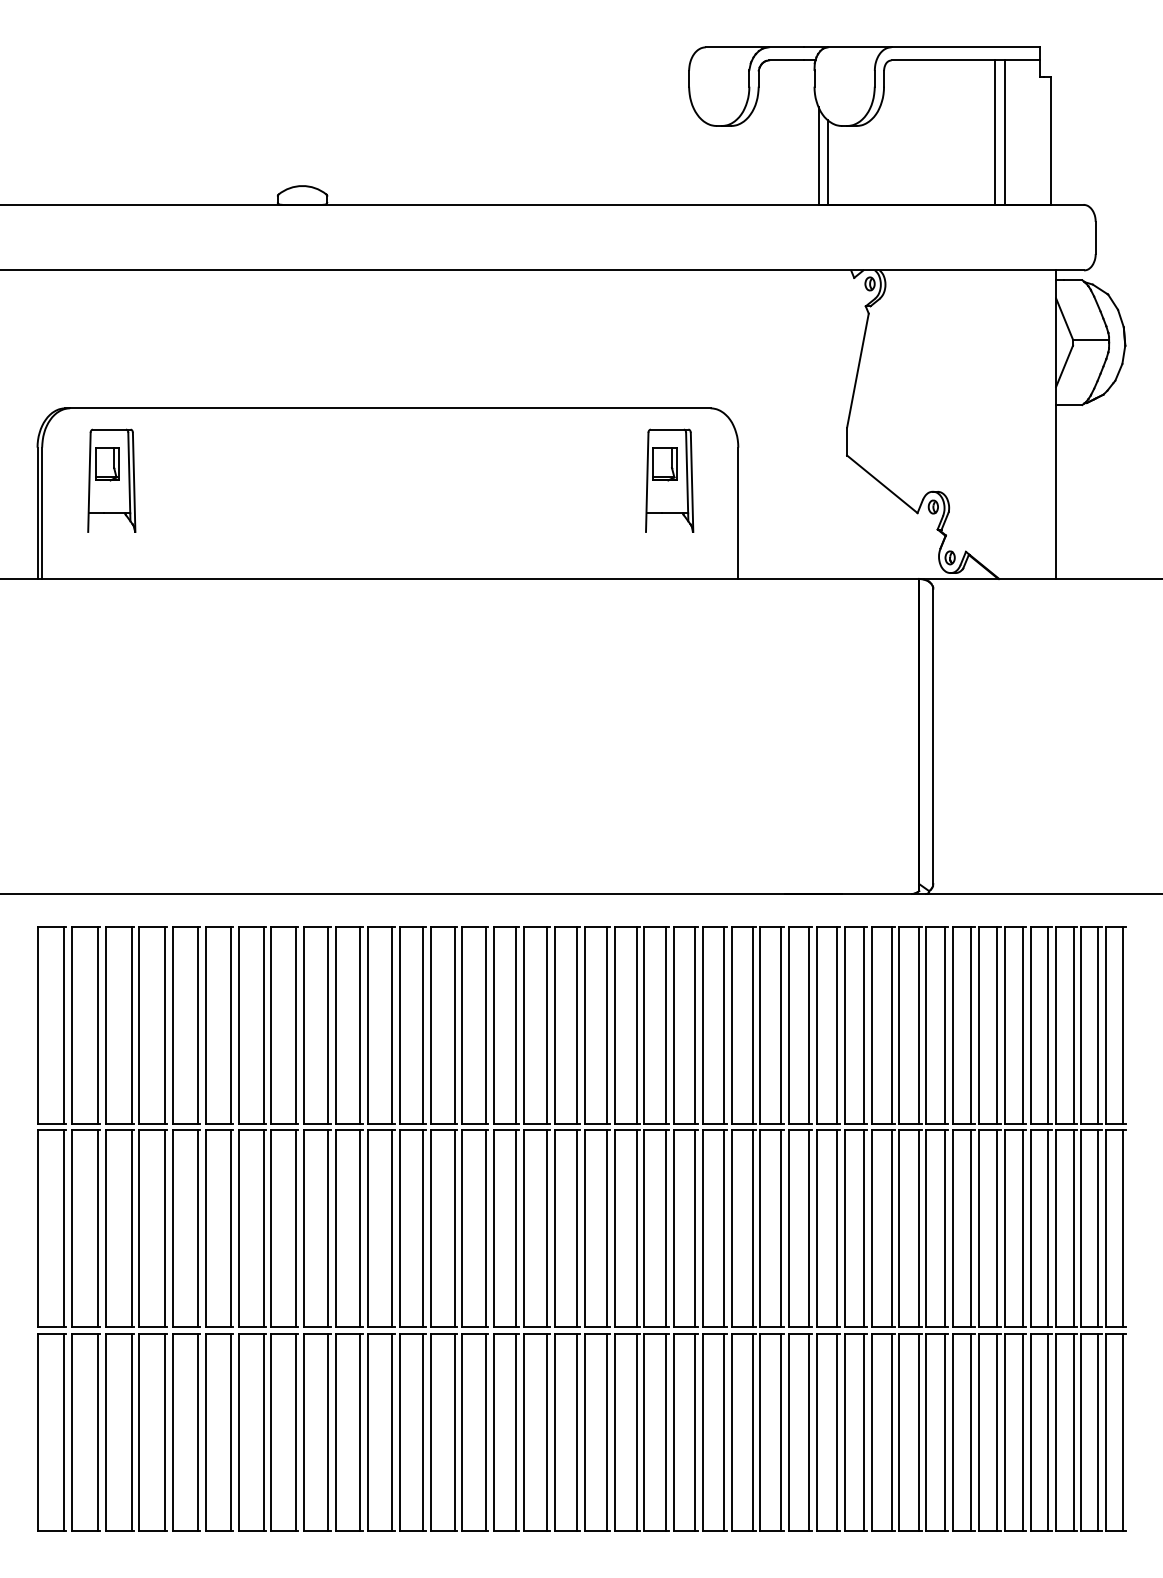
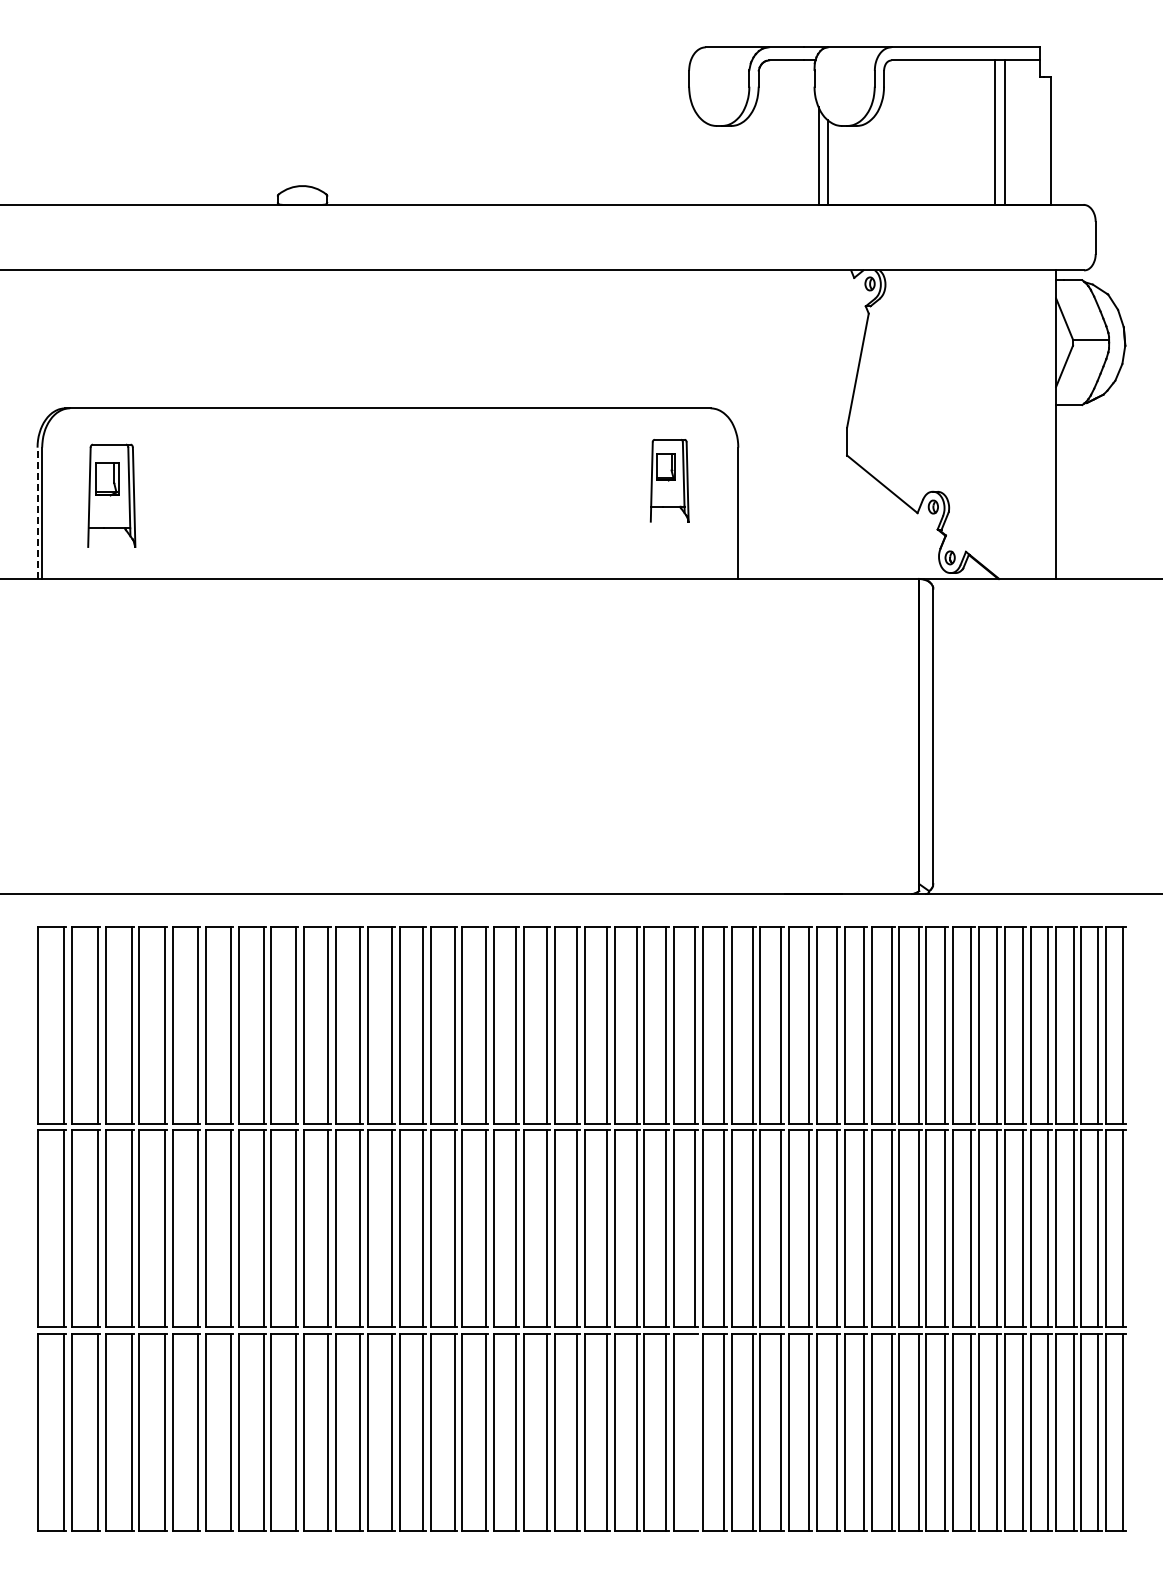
part at (111, 480) position: (111, 480) -> (111, 495)
part at (669, 480) size: 50x105 px -> 41x84 px
line at (37, 513): solid -> dashed
line at (695, 1431): present -> none
